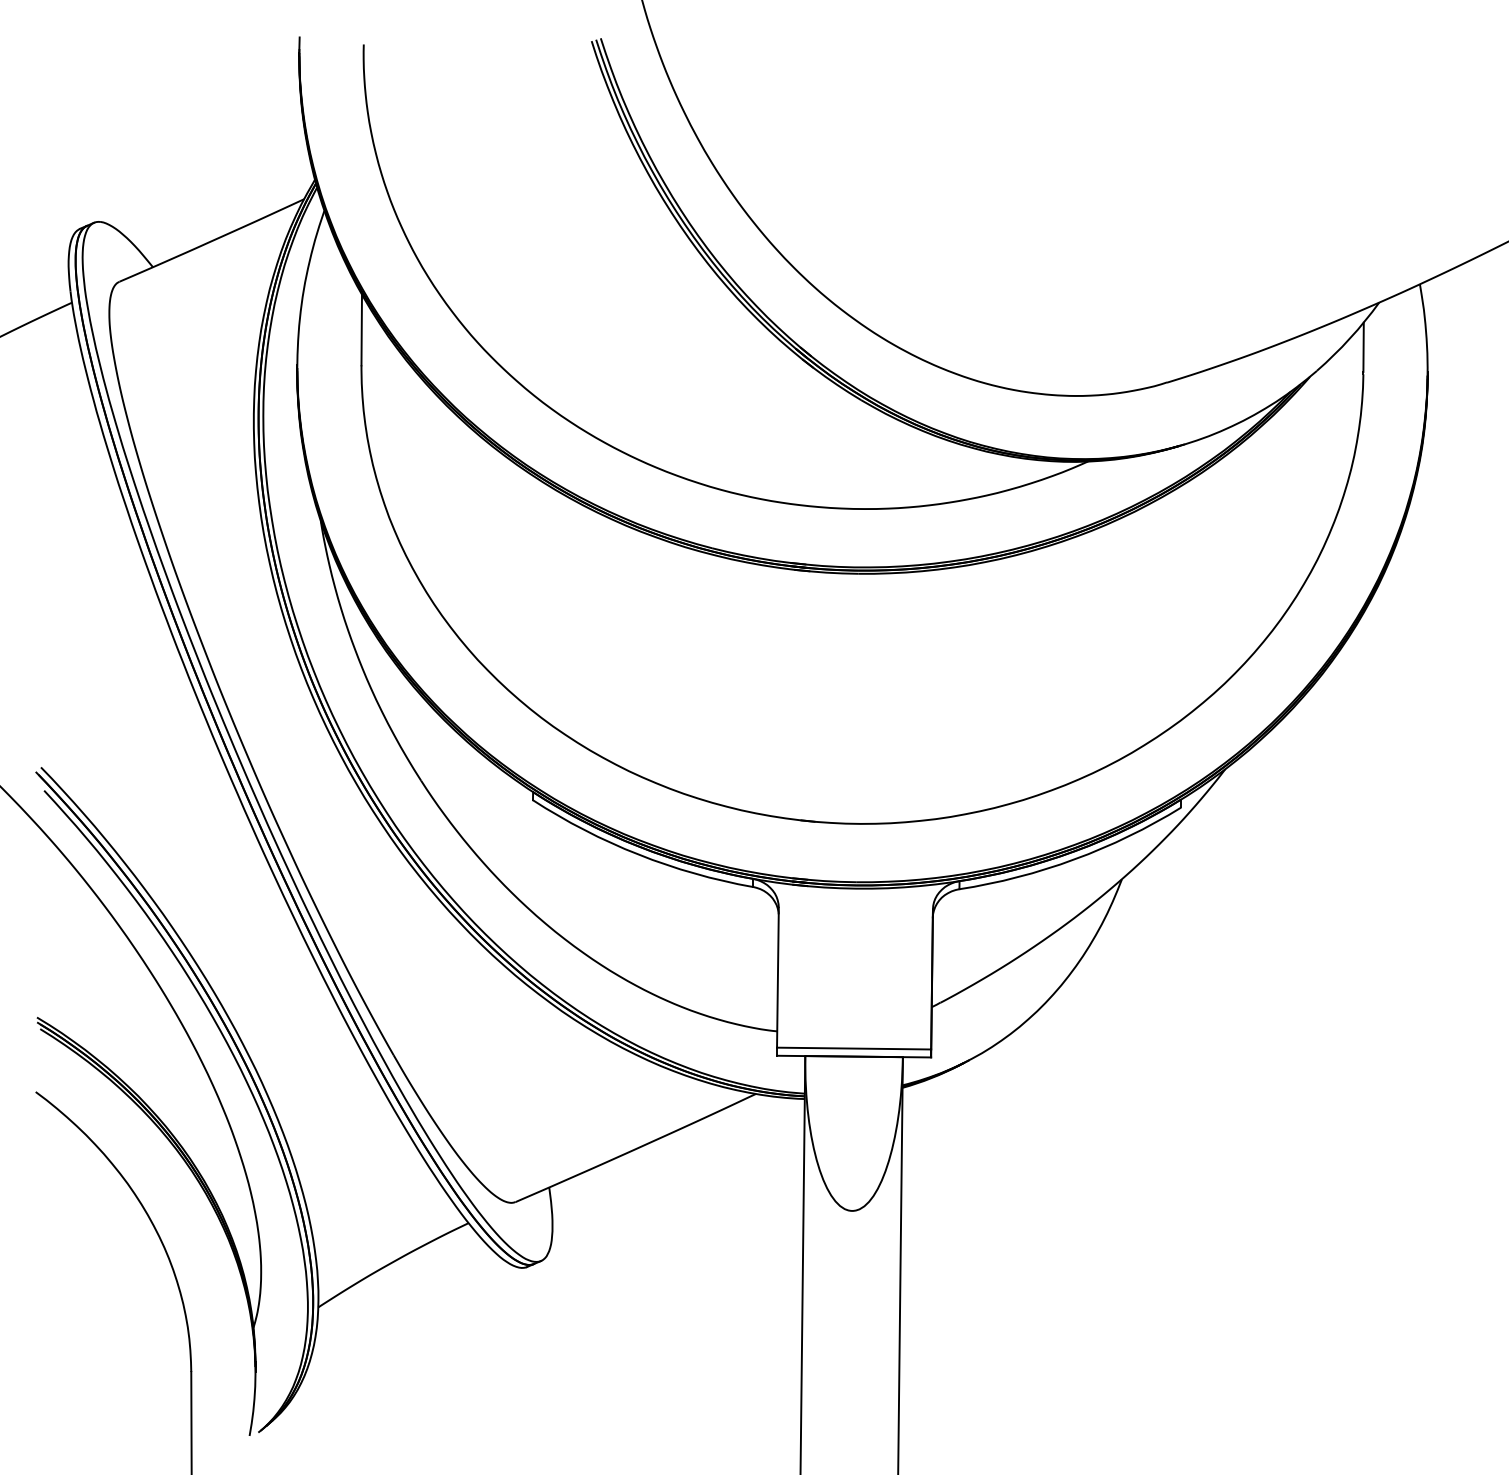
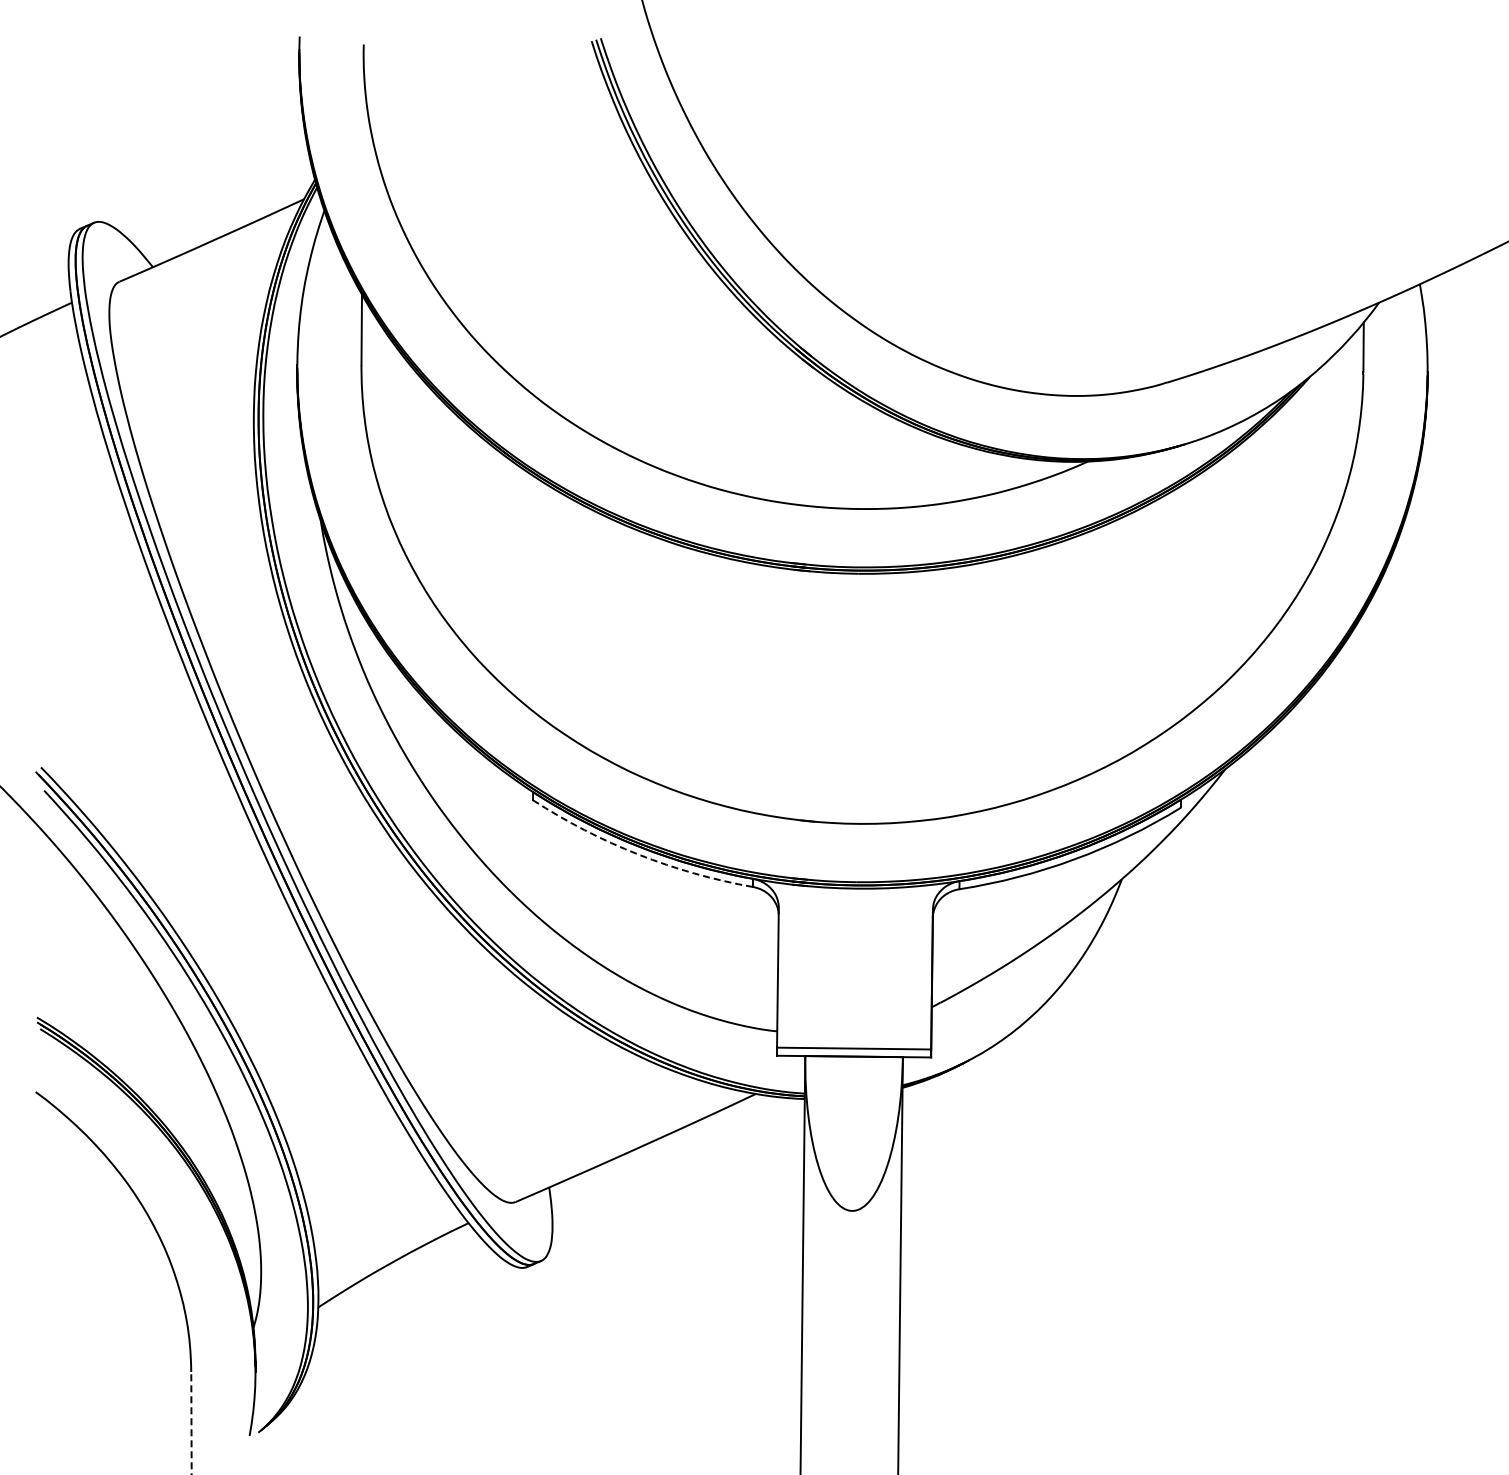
arc at (638, 854): solid -> dashed
line at (191, 1422): solid -> dashed
